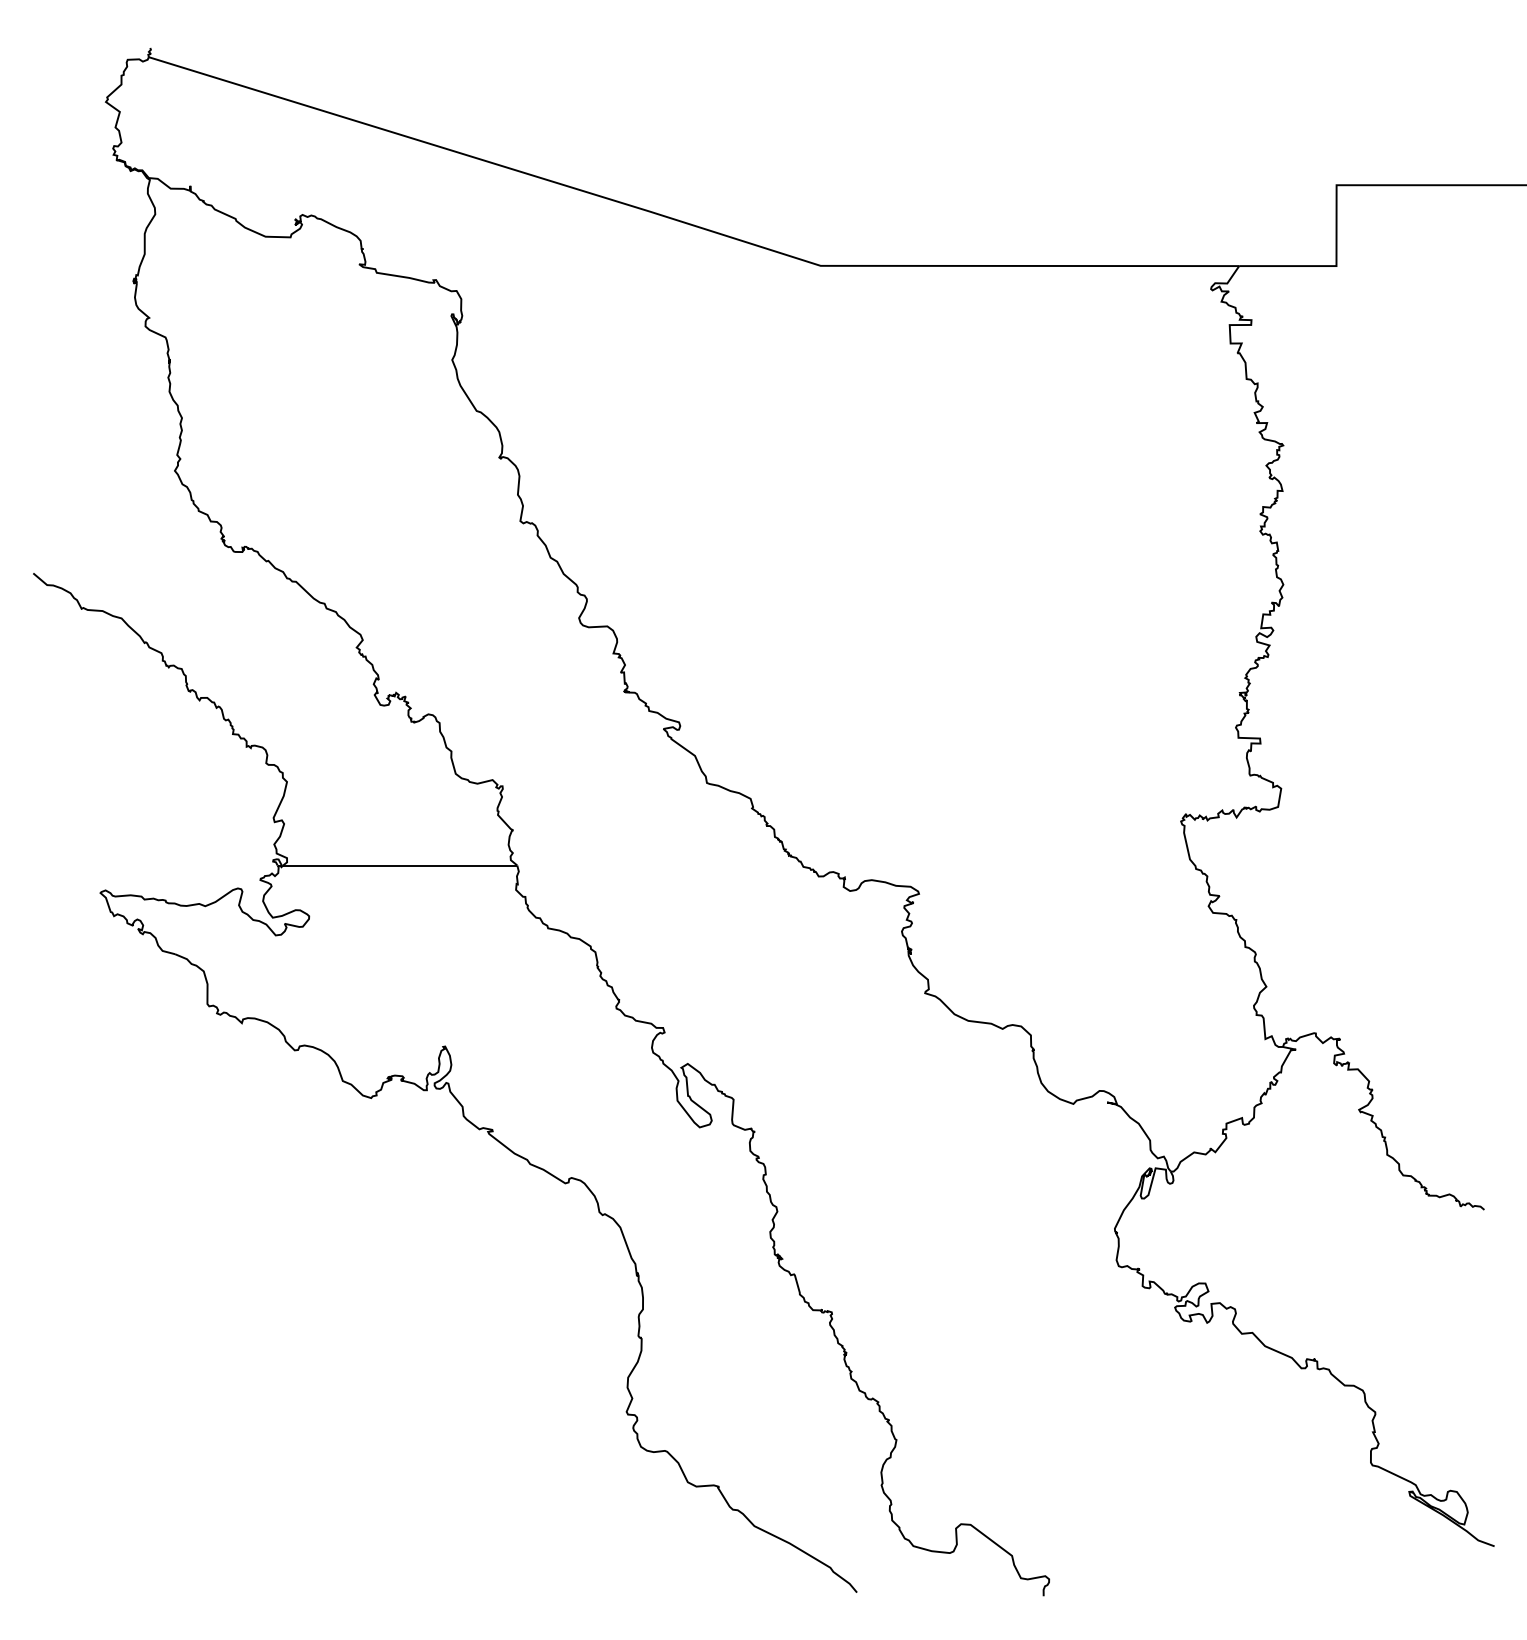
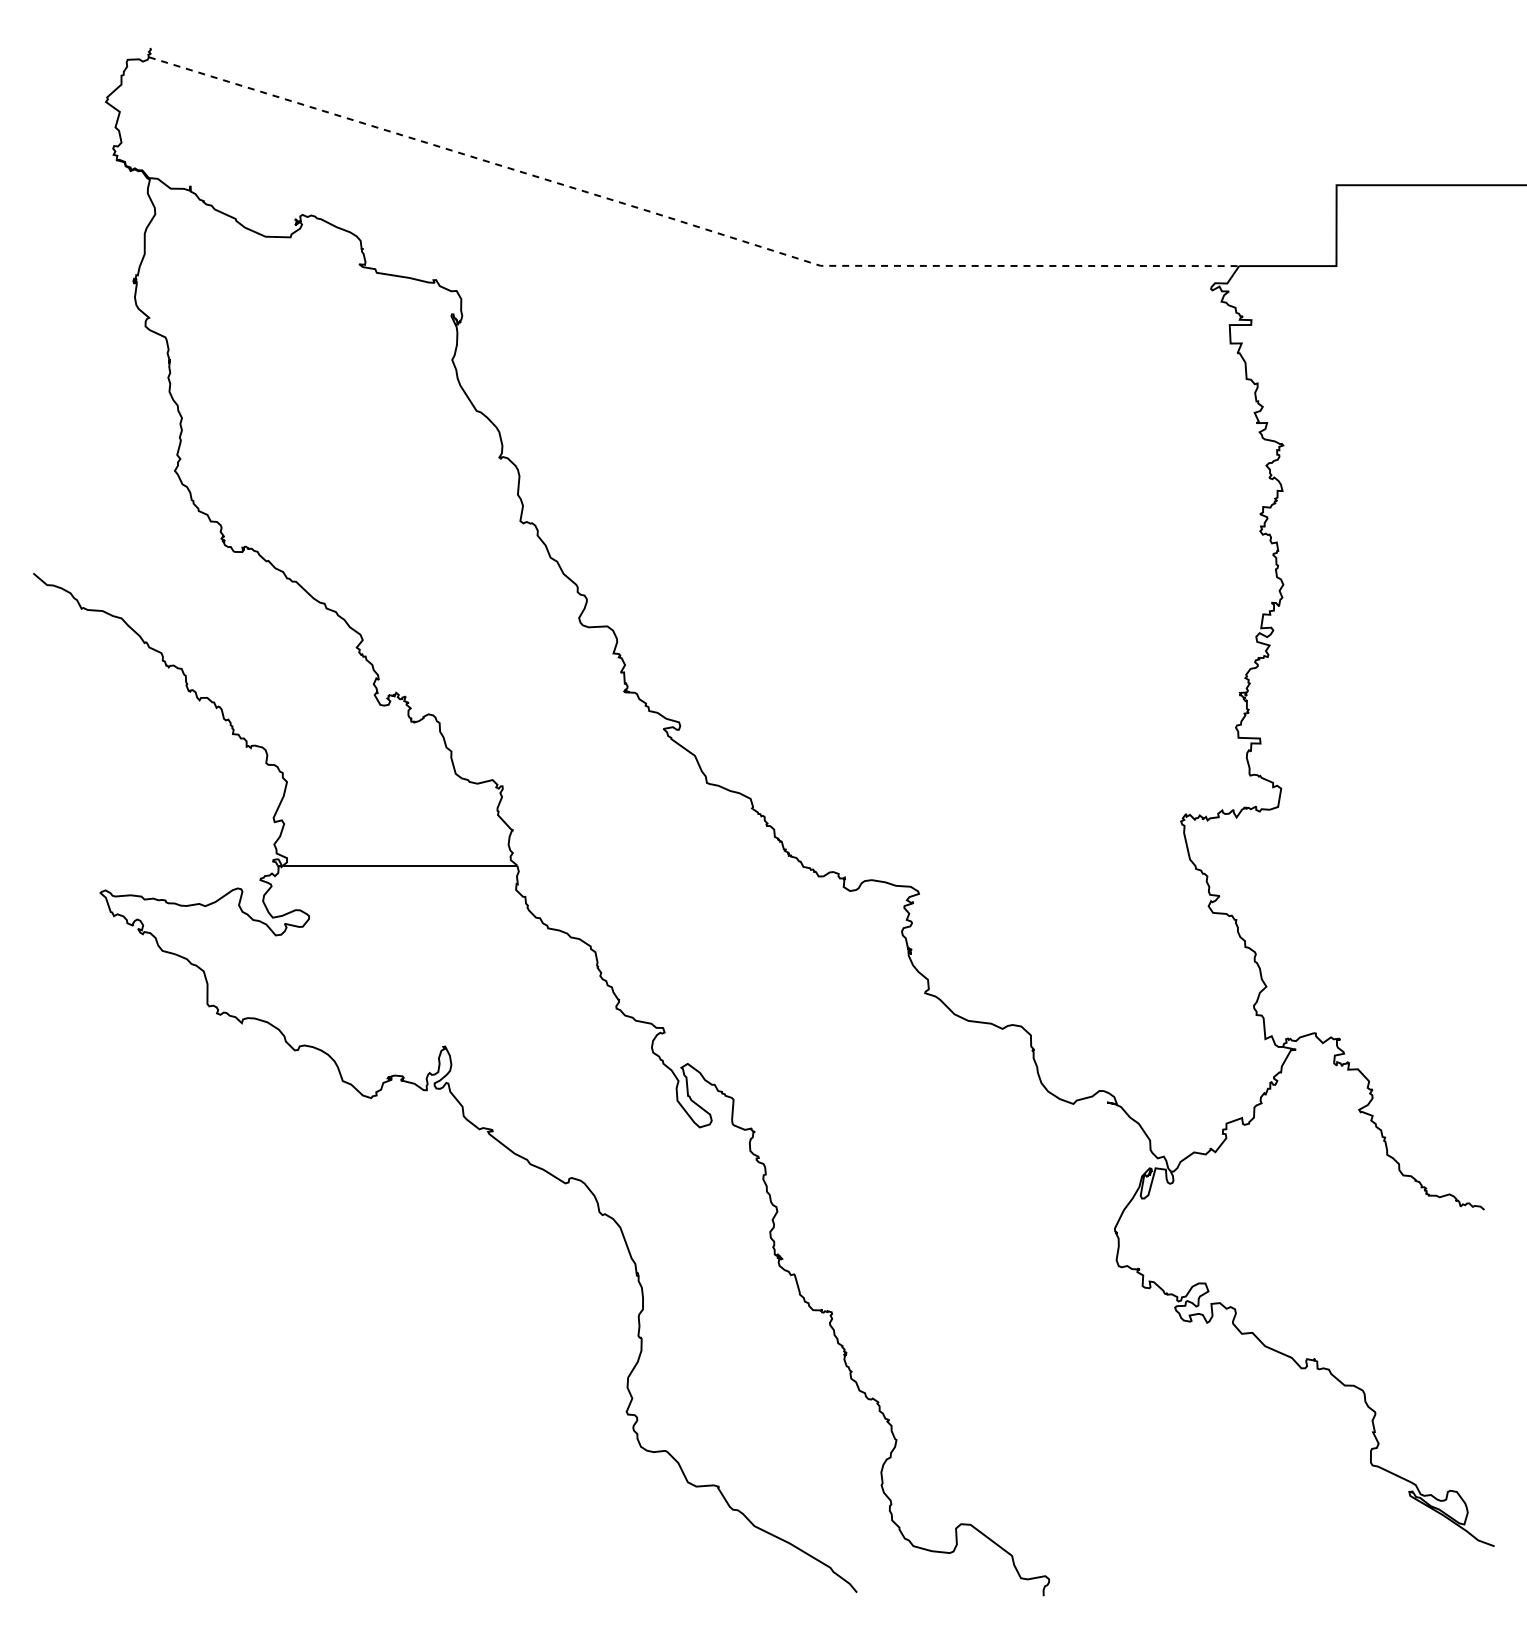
line at (685, 222): solid -> dashed
